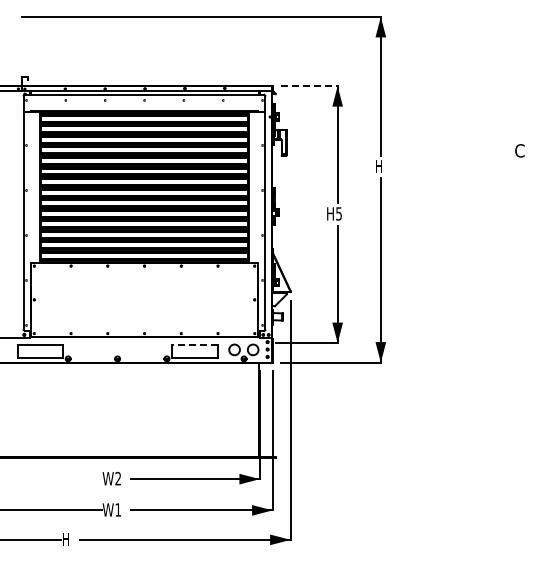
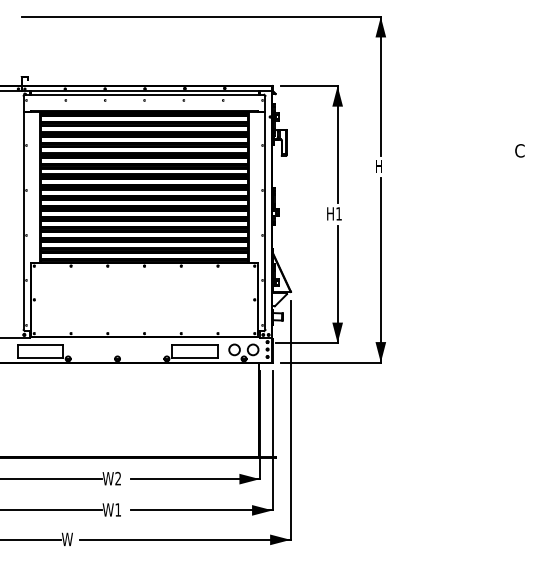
line at (309, 86): dashed -> solid
text at (338, 213): H5 -> H1
line at (194, 344): dashed -> solid
line at (52, 479): none -> present
text at (66, 539): H -> W
